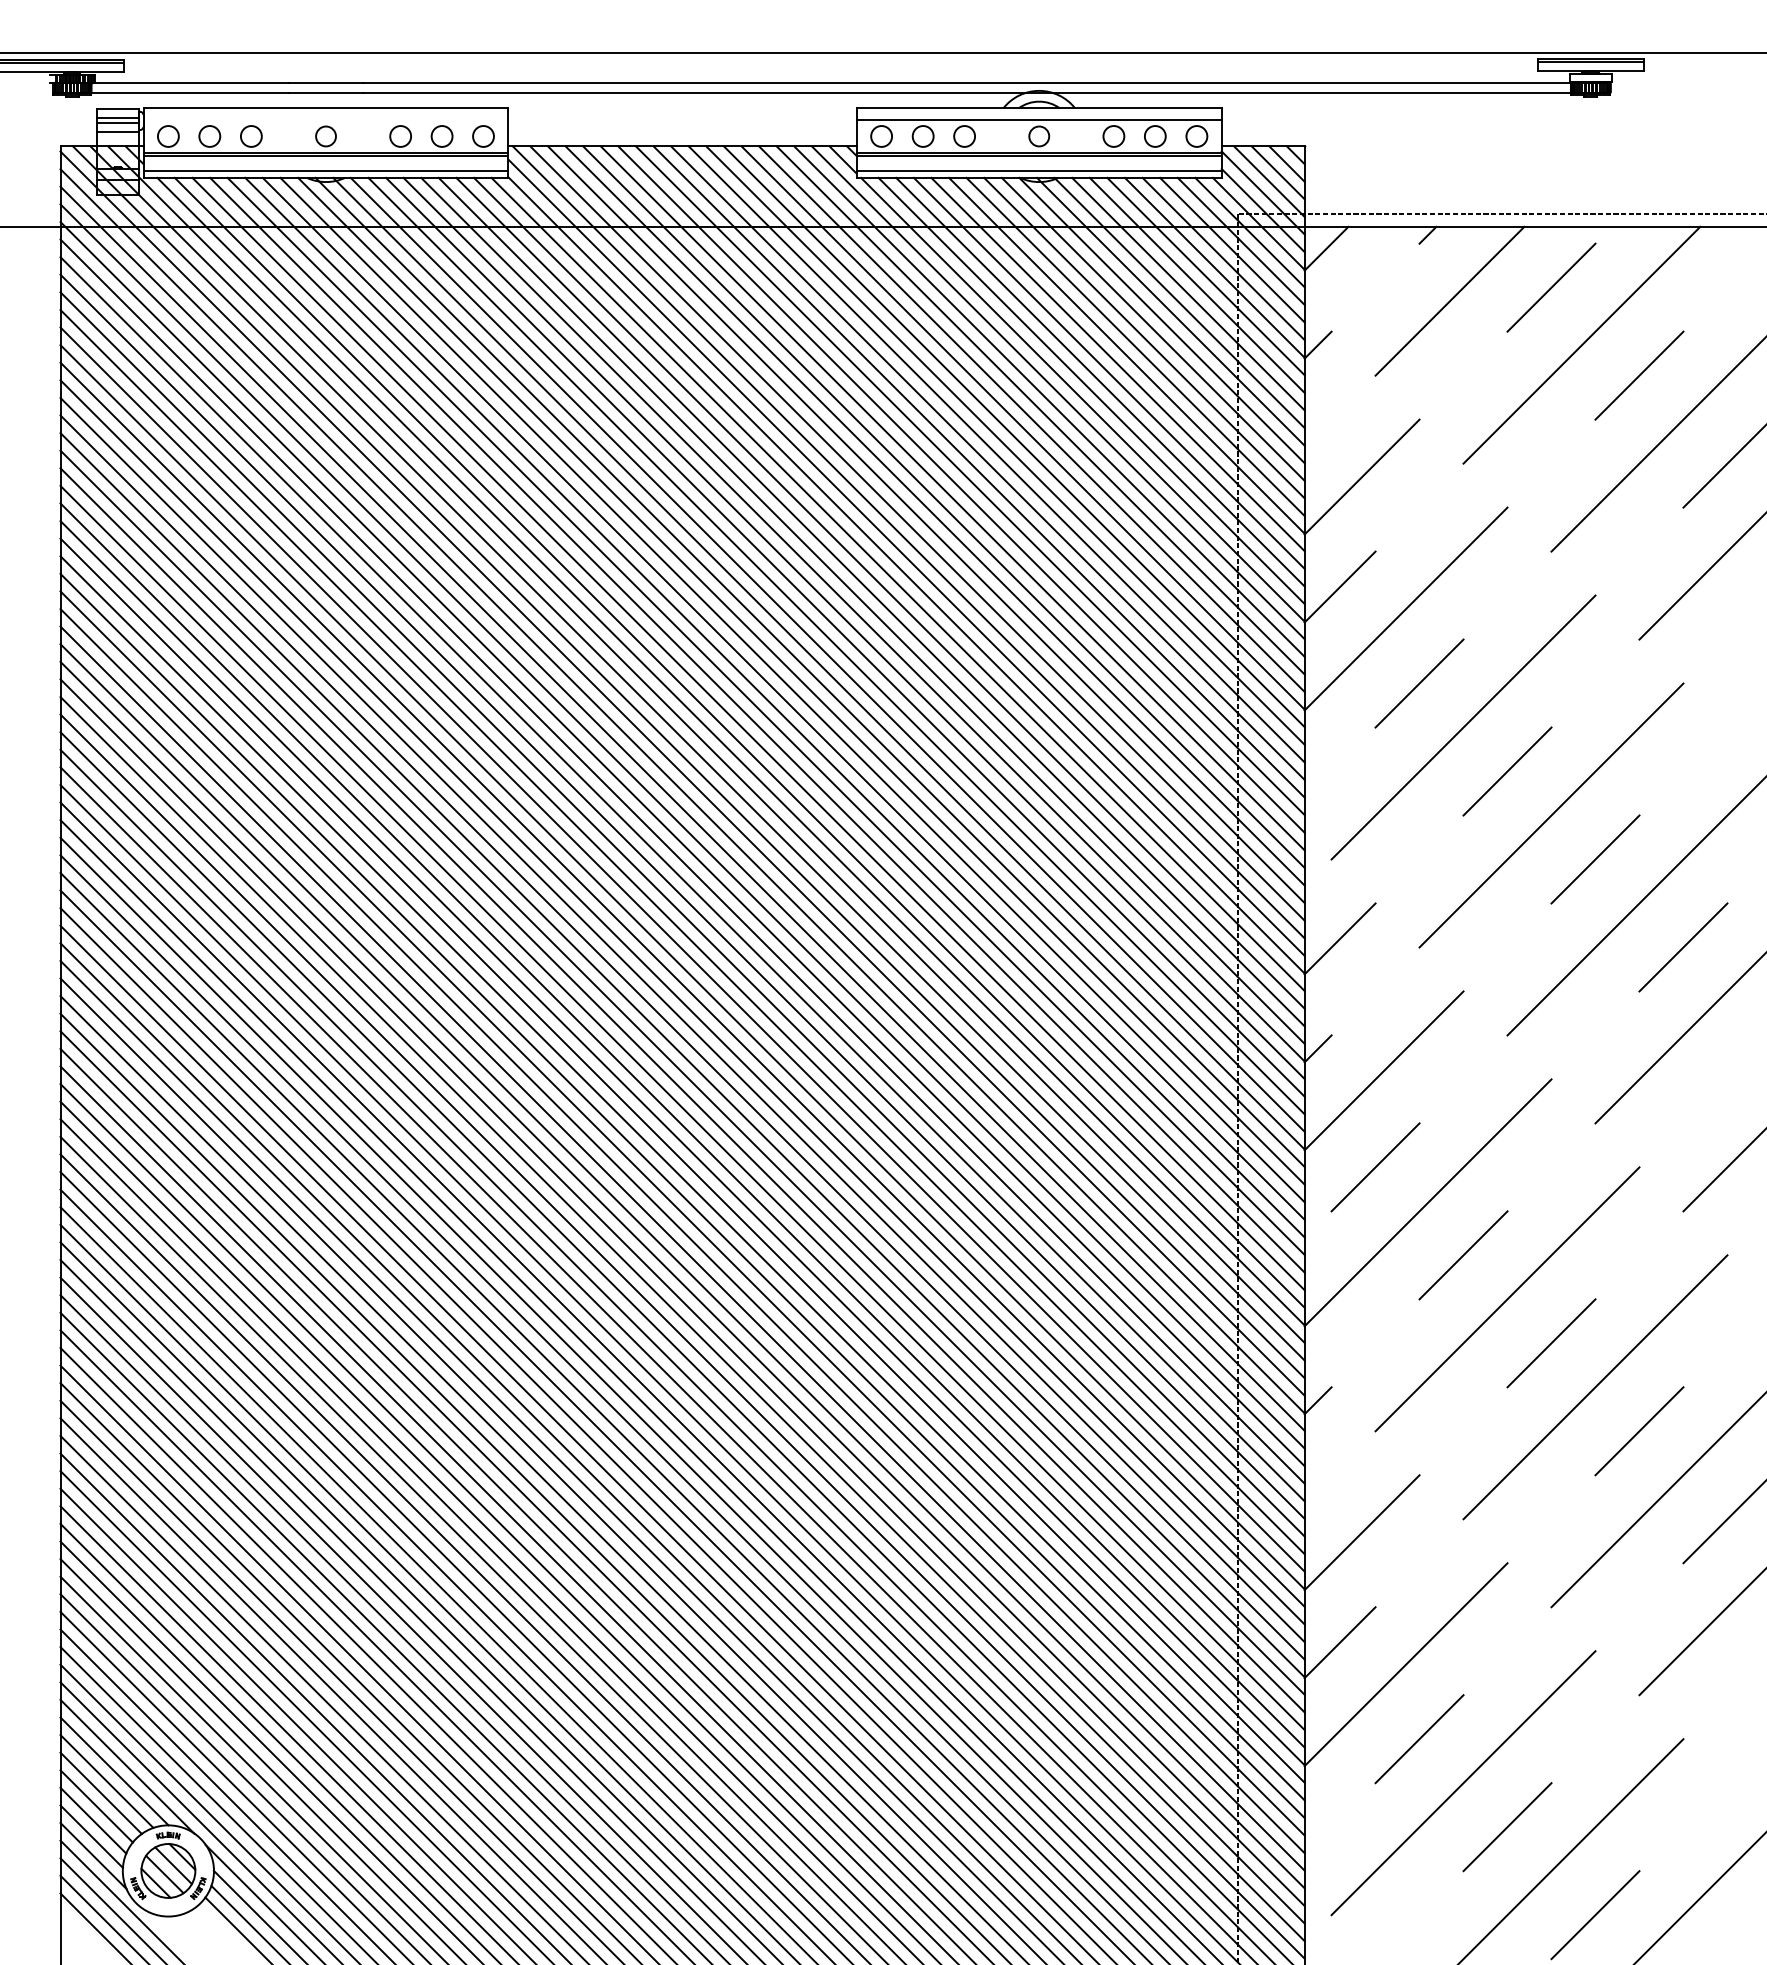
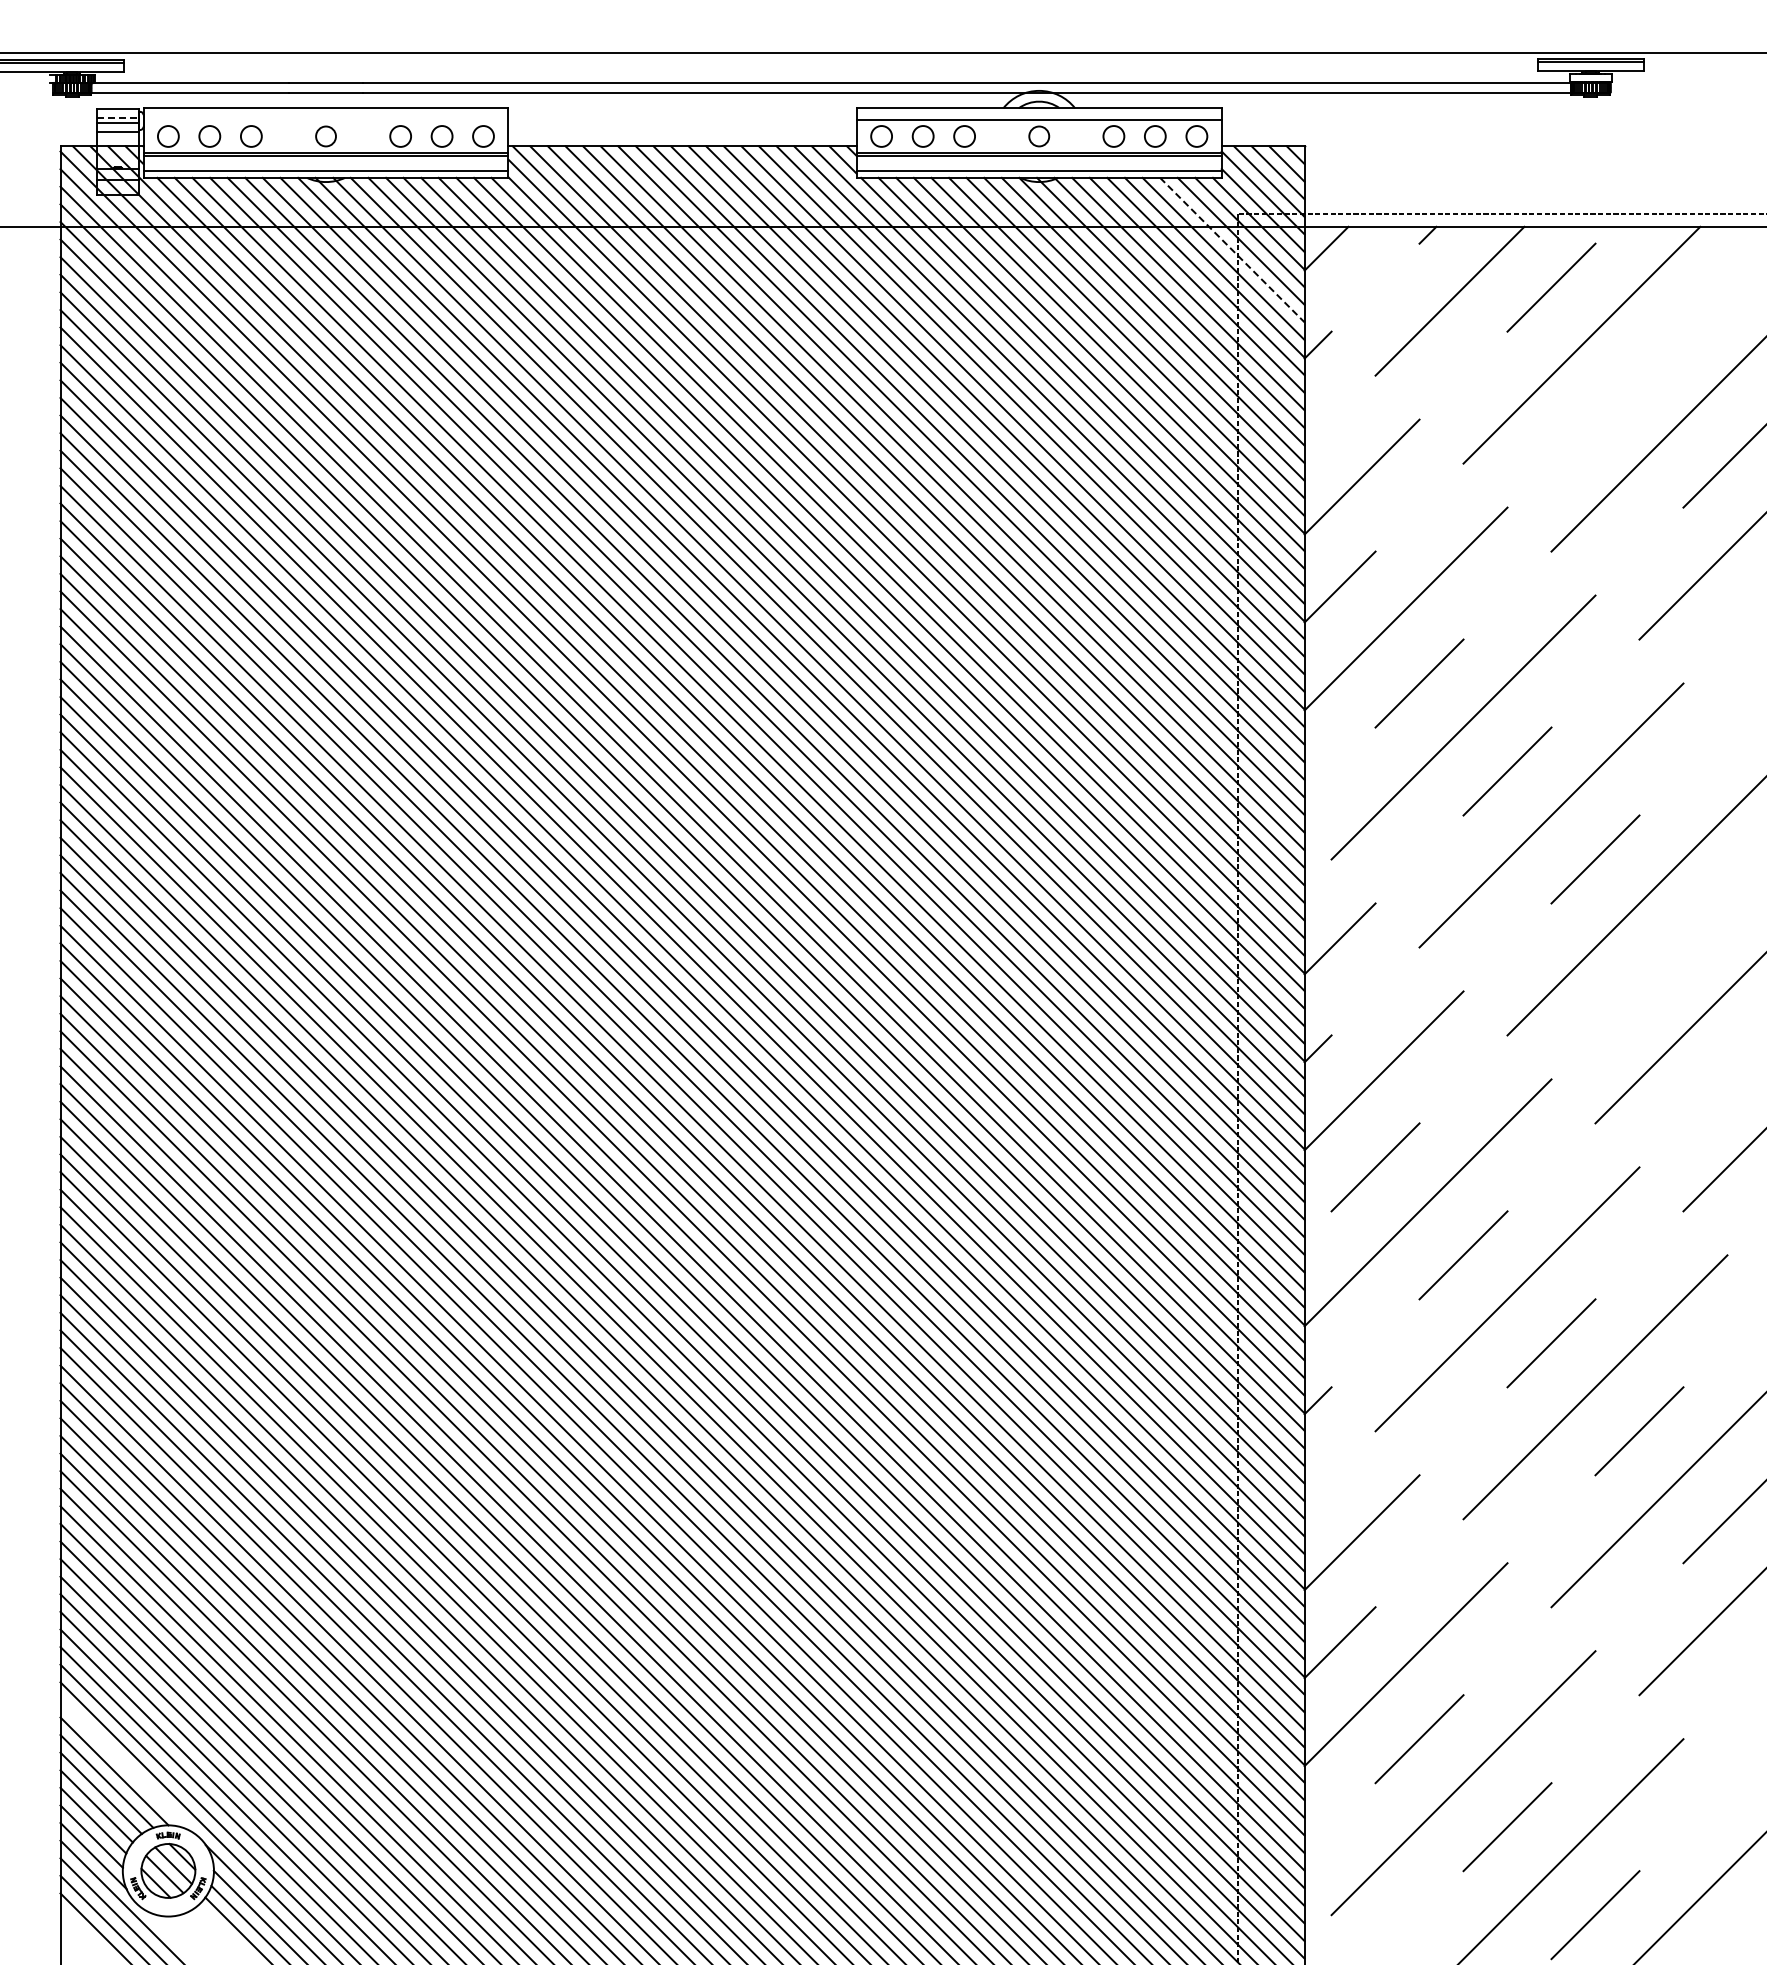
line at (117, 118): solid -> dashed
line at (1232, 250): solid -> dashed
line at (1639, 375): present -> none
line at (1683, 947): present -> none
line at (127, 1766): present -> none
